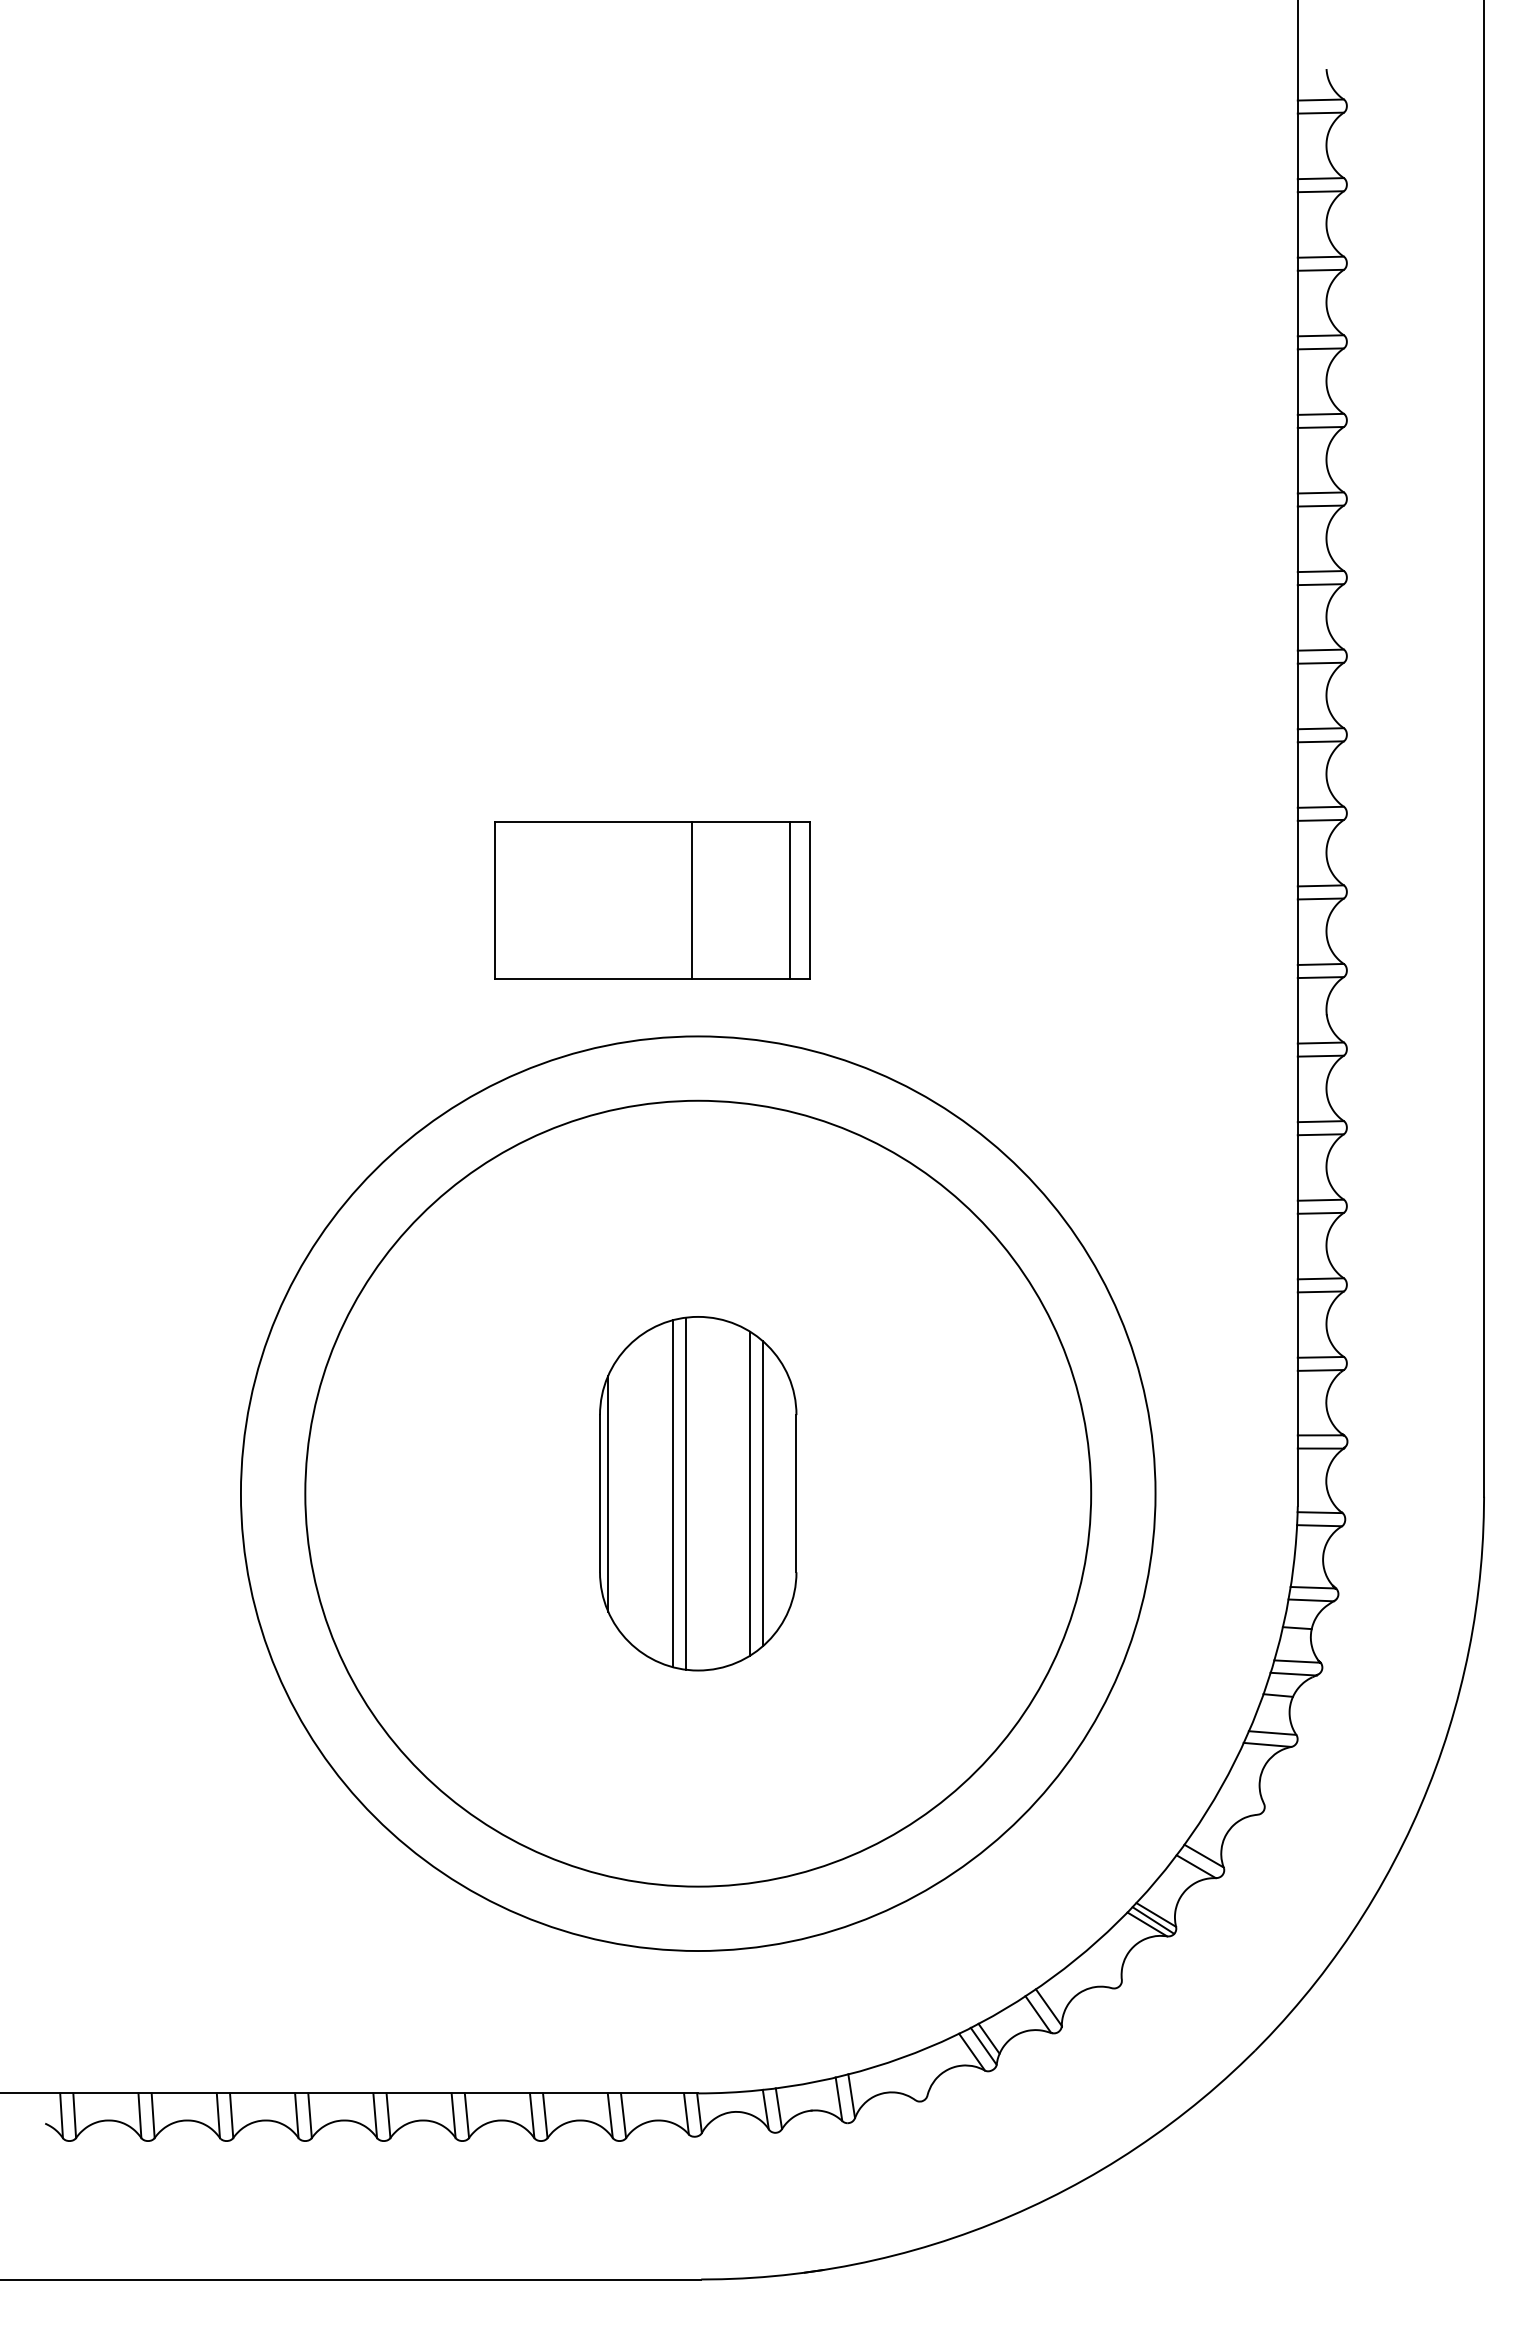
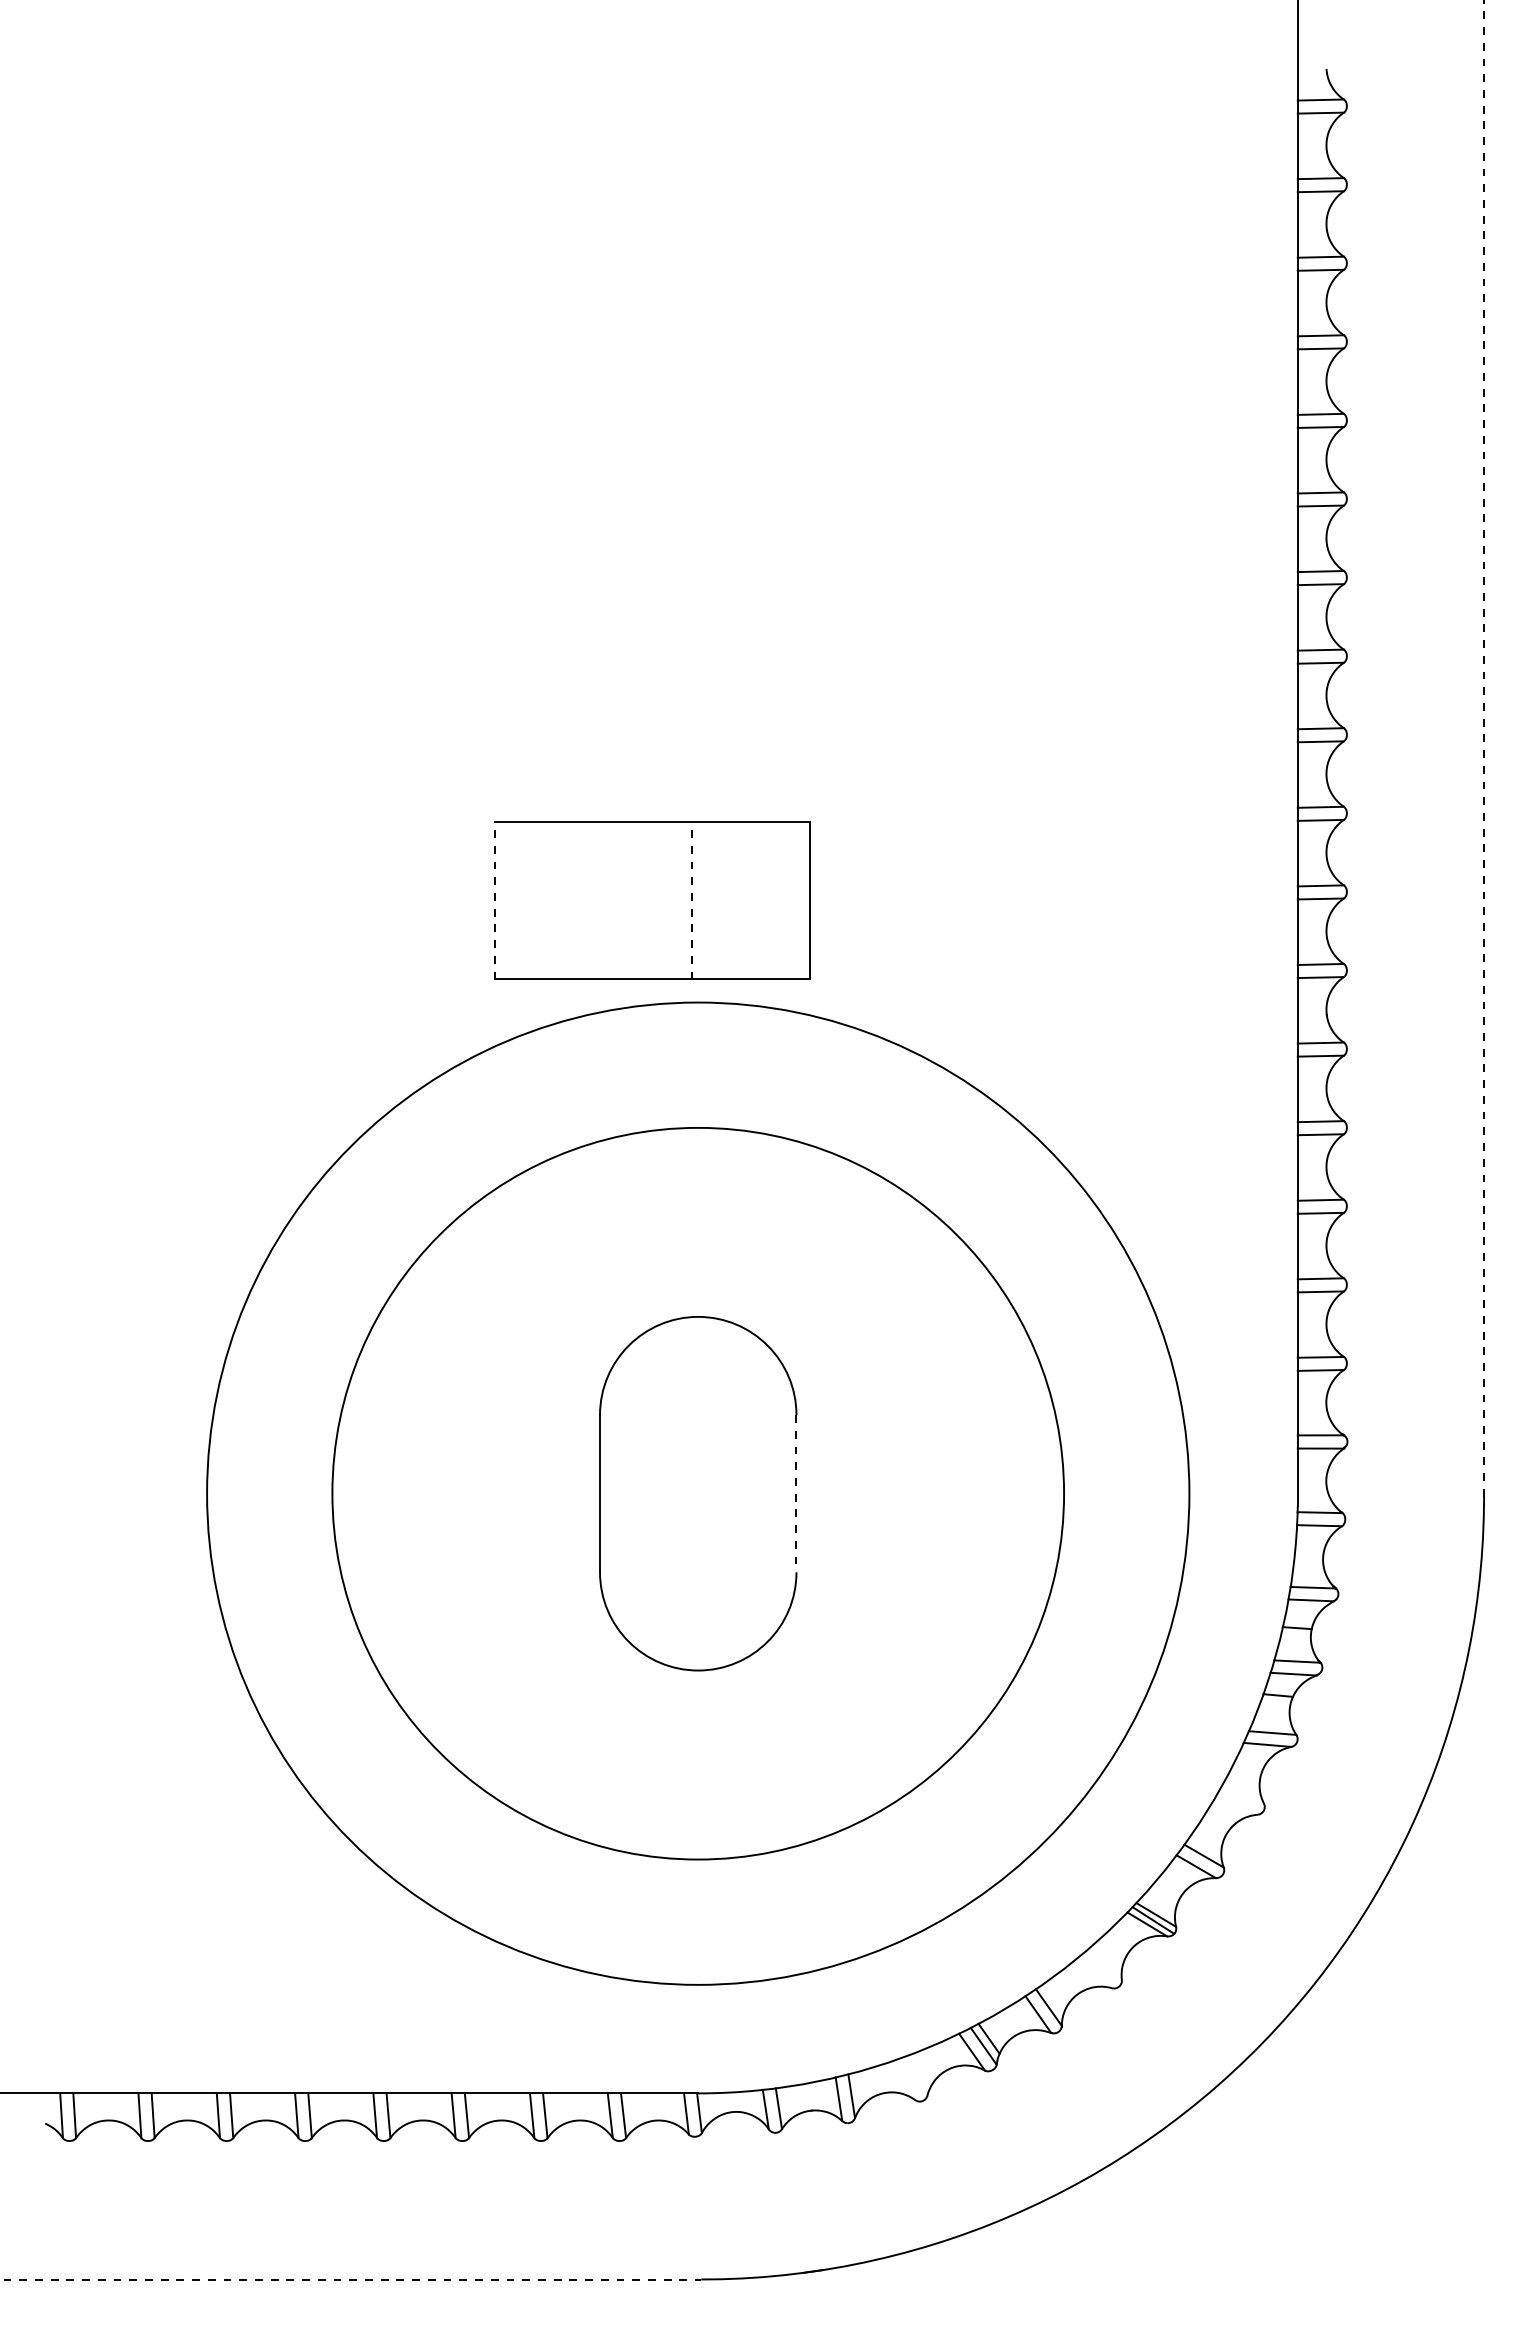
line at (1484, 748): solid -> dashed
line at (495, 900): solid -> dashed
line at (691, 900): solid -> dashed
line at (790, 900): present -> none
line at (608, 1493): present -> none
line at (672, 1493): present -> none
line at (685, 1493): present -> none
circle at (697, 1493) diameter: 915 px -> 732 px
circle at (698, 1493) diameter: 786 px -> 982 px
line at (750, 1493): present -> none
line at (763, 1493): present -> none
line at (796, 1493): solid -> dashed
line at (351, 2279): solid -> dashed
